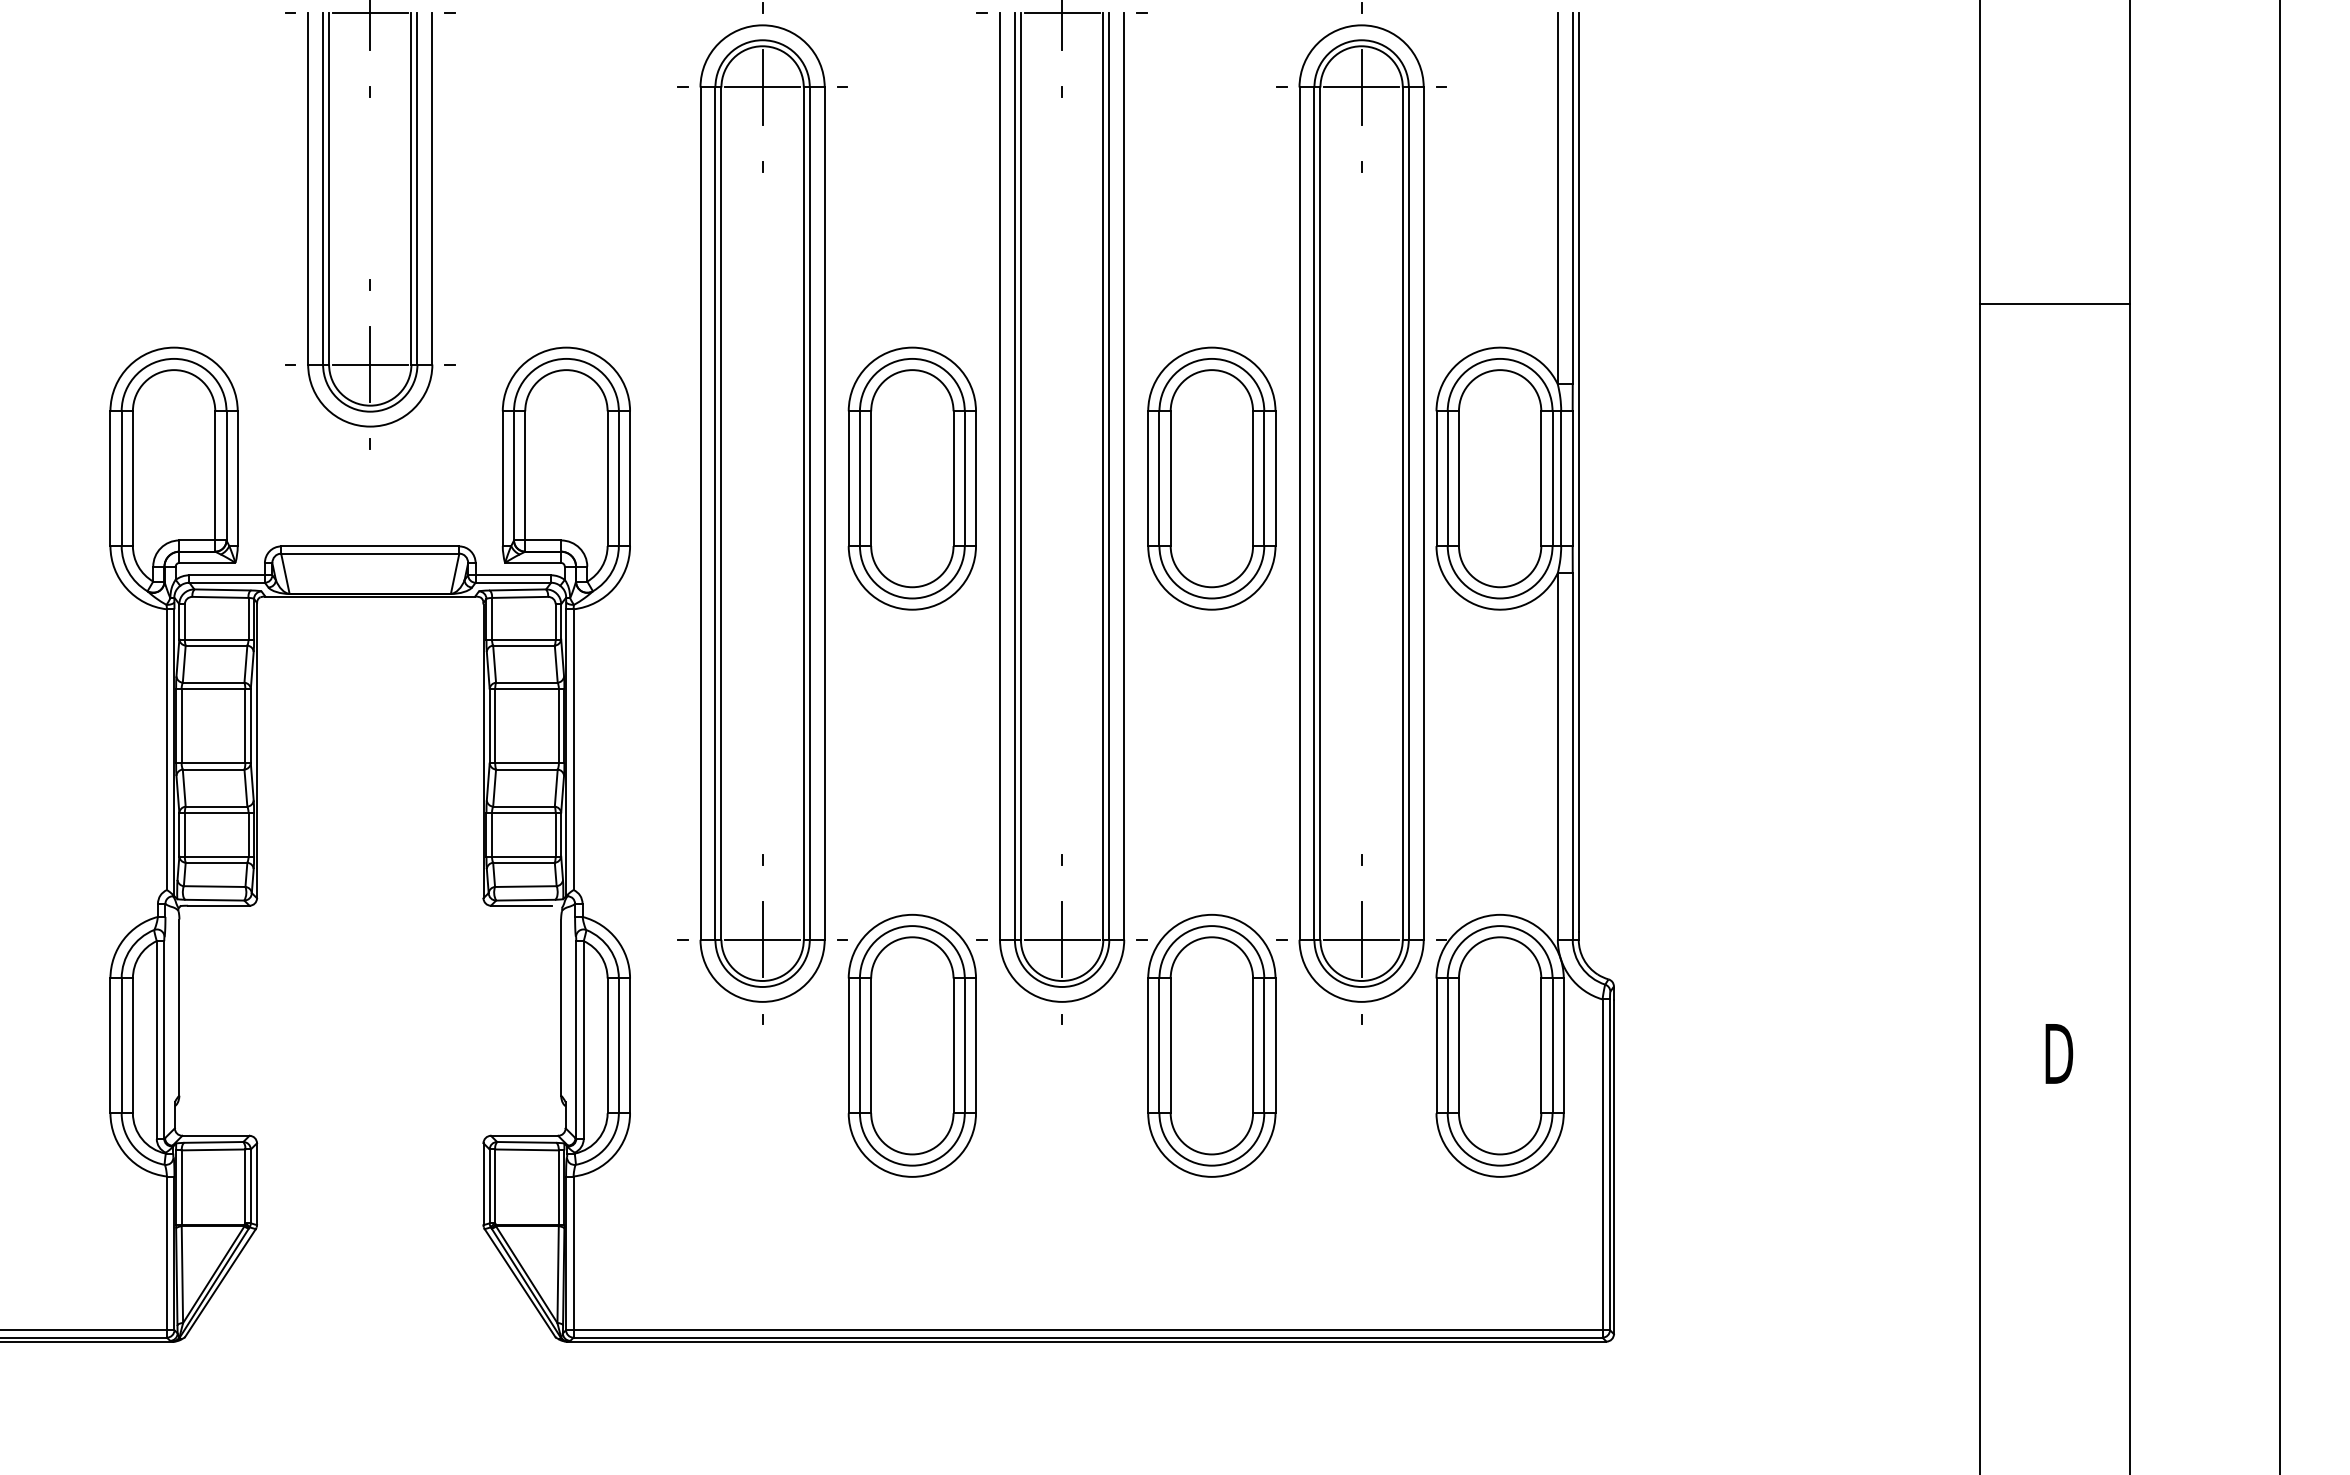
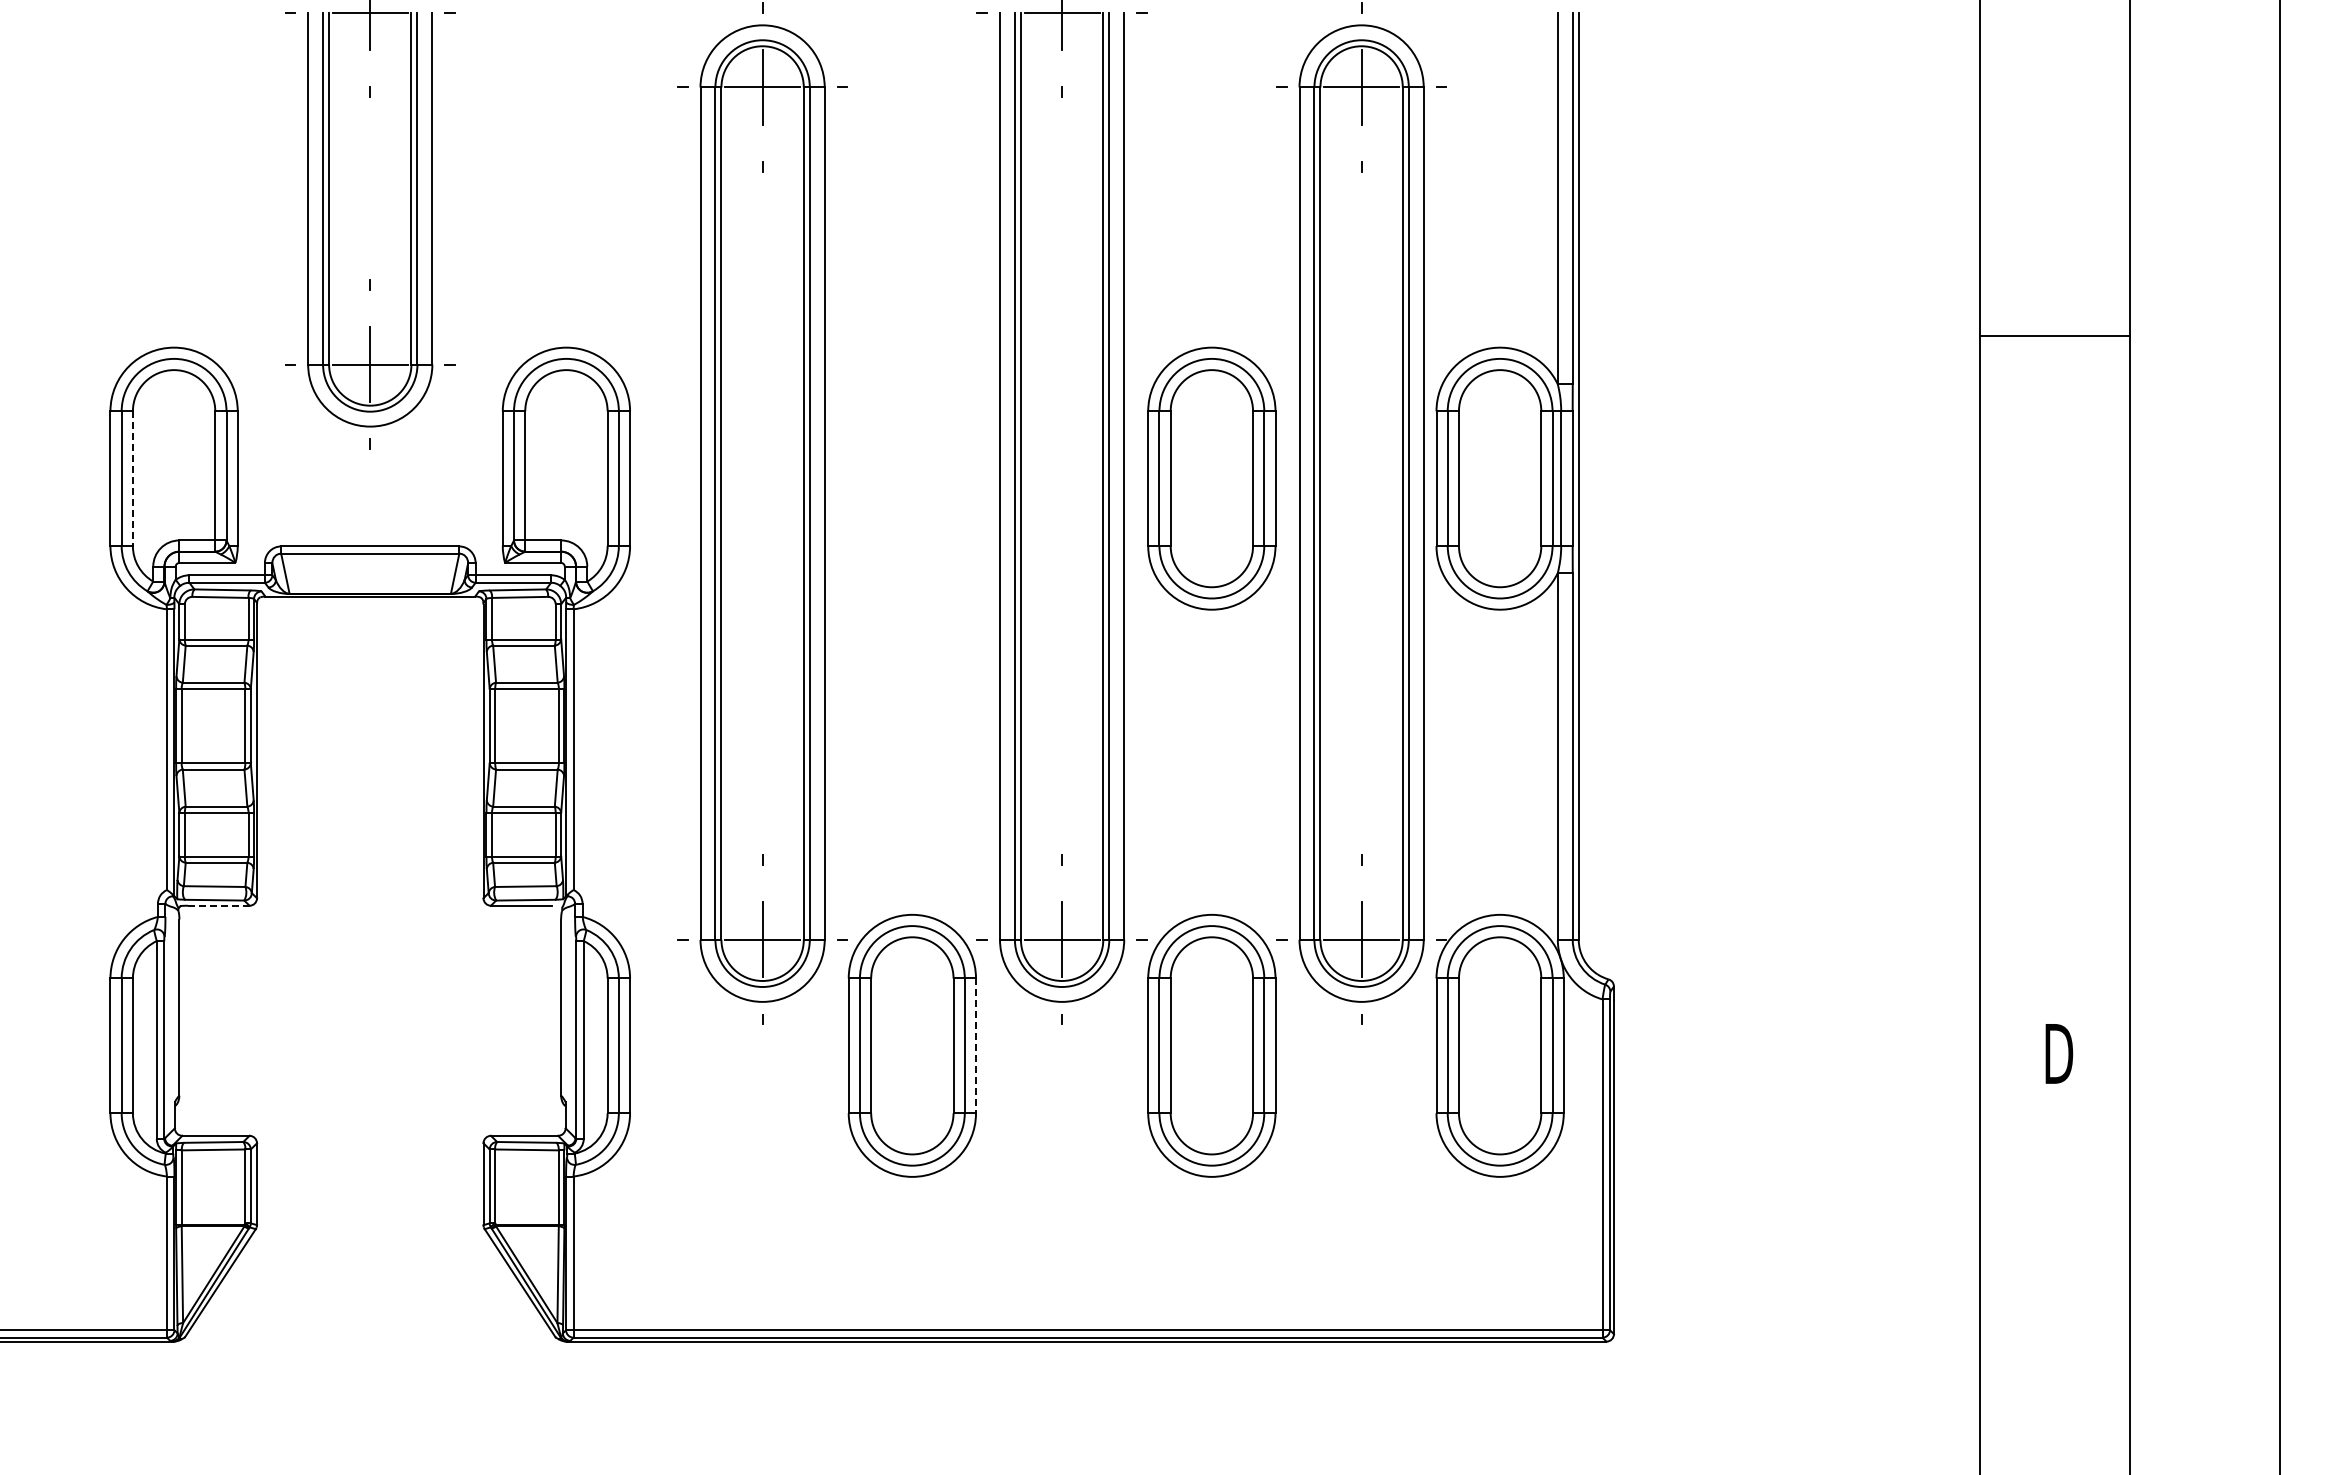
line at (2054, 303) position: (2054, 303) -> (2054, 335)
part at (911, 478): present -> none
line at (132, 479): solid -> dashed
line at (218, 905): solid -> dashed
line at (976, 1046): solid -> dashed
